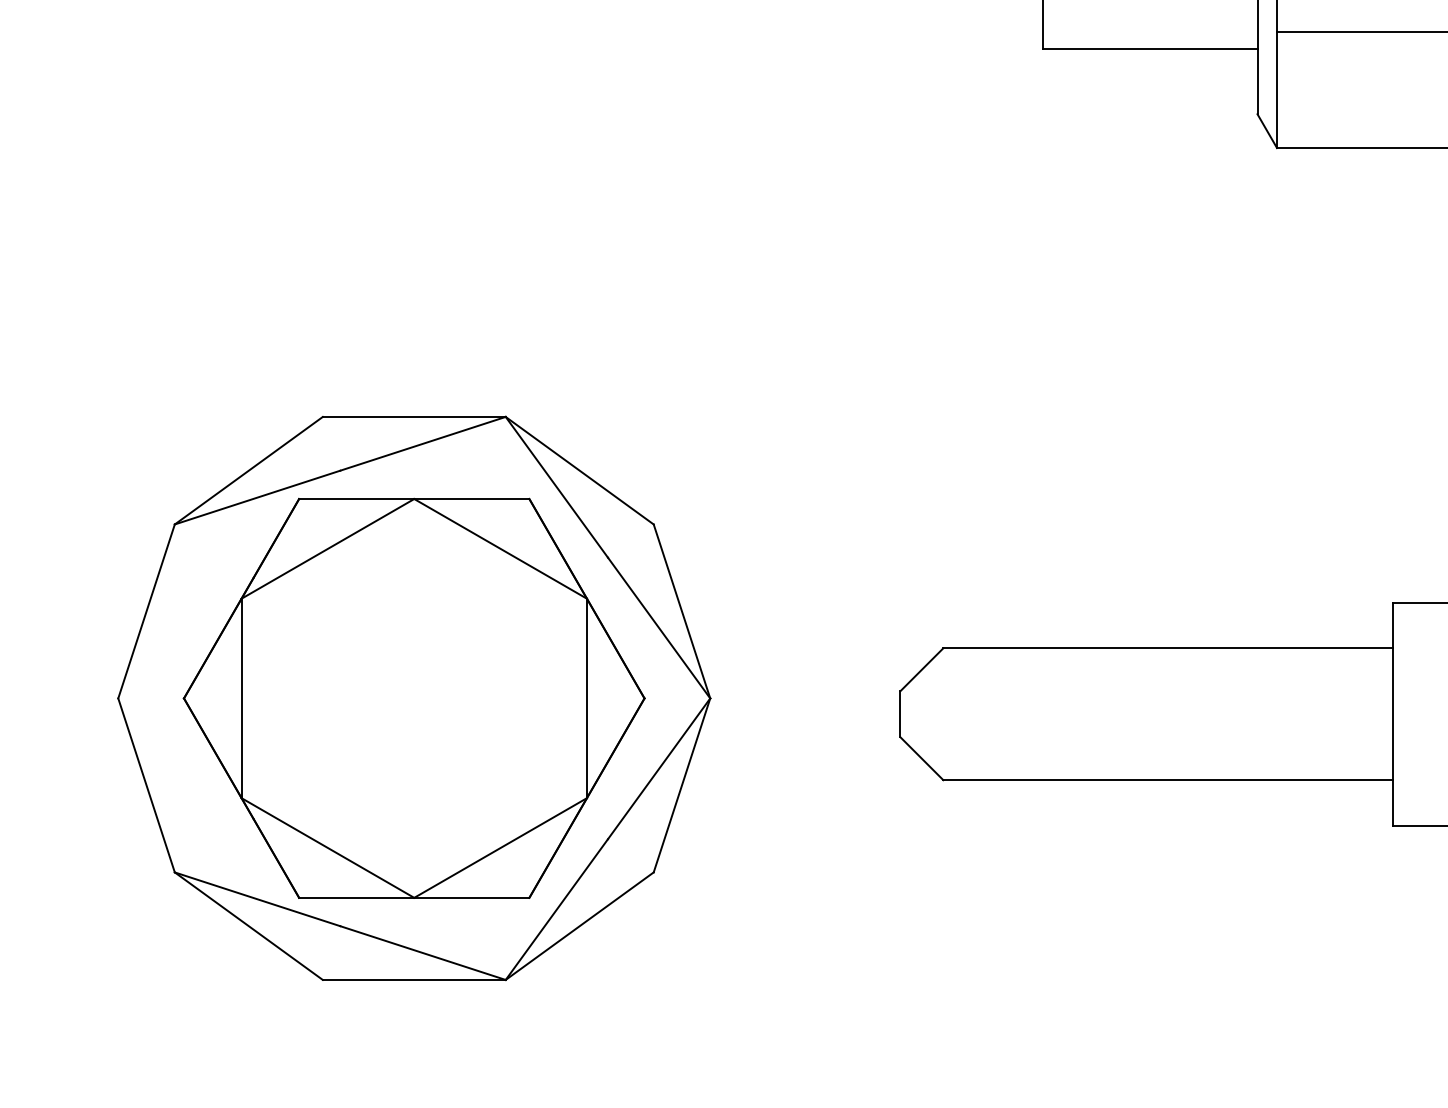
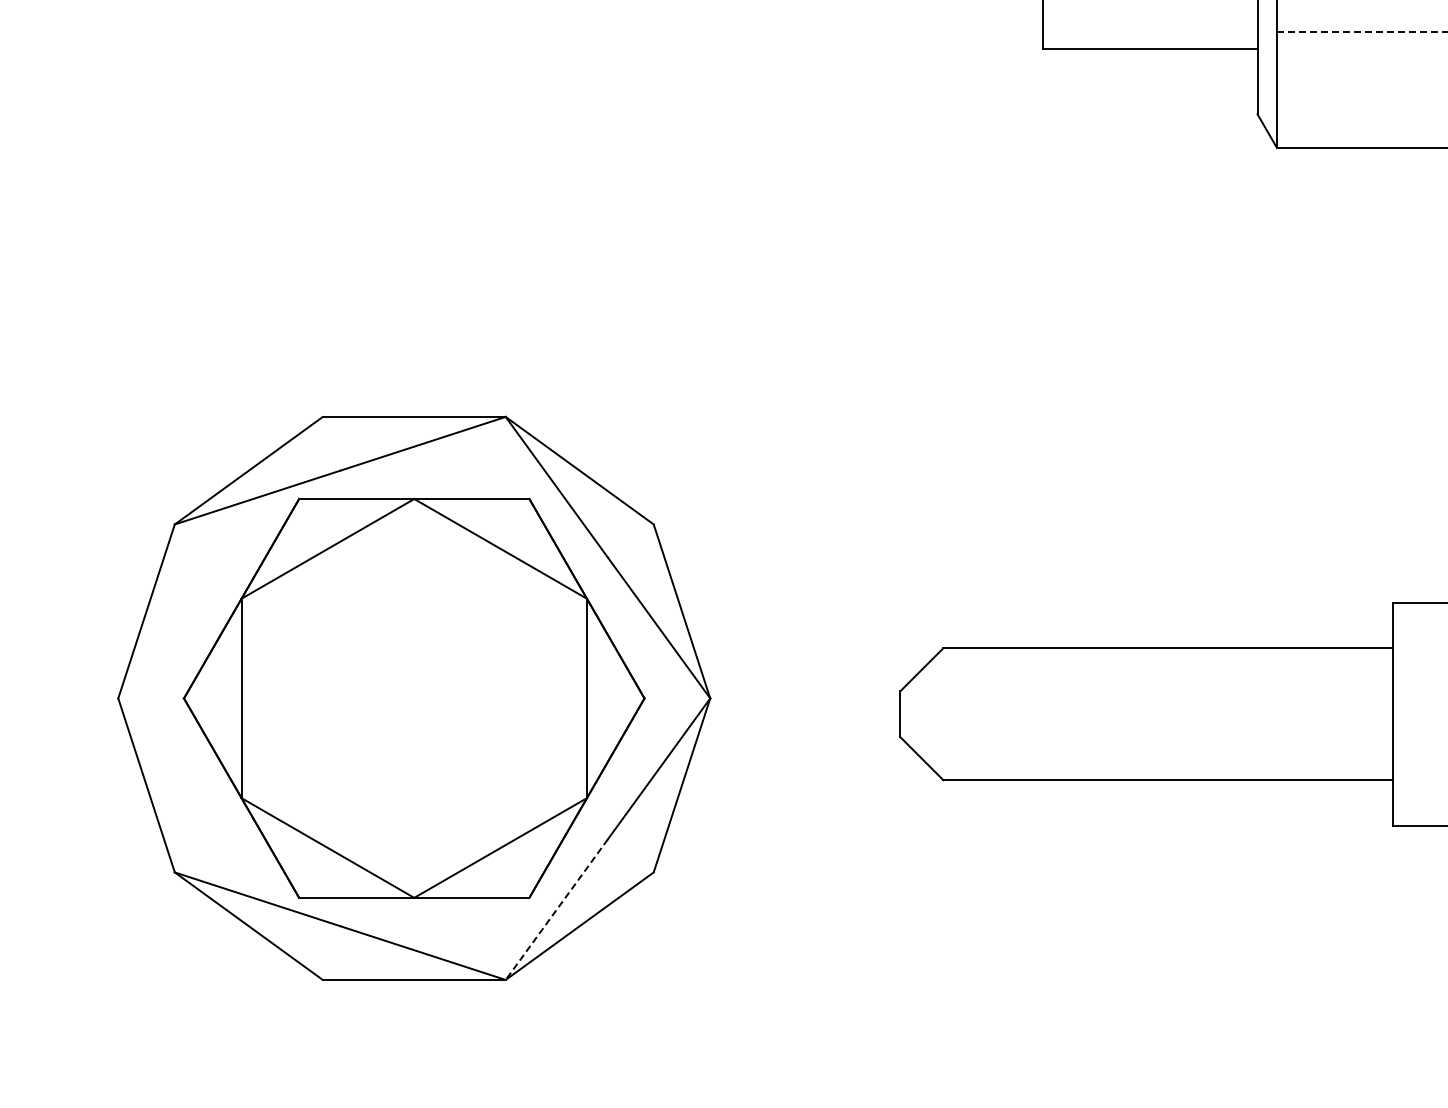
line at (1362, 31): solid -> dashed
line at (556, 909): solid -> dashed
